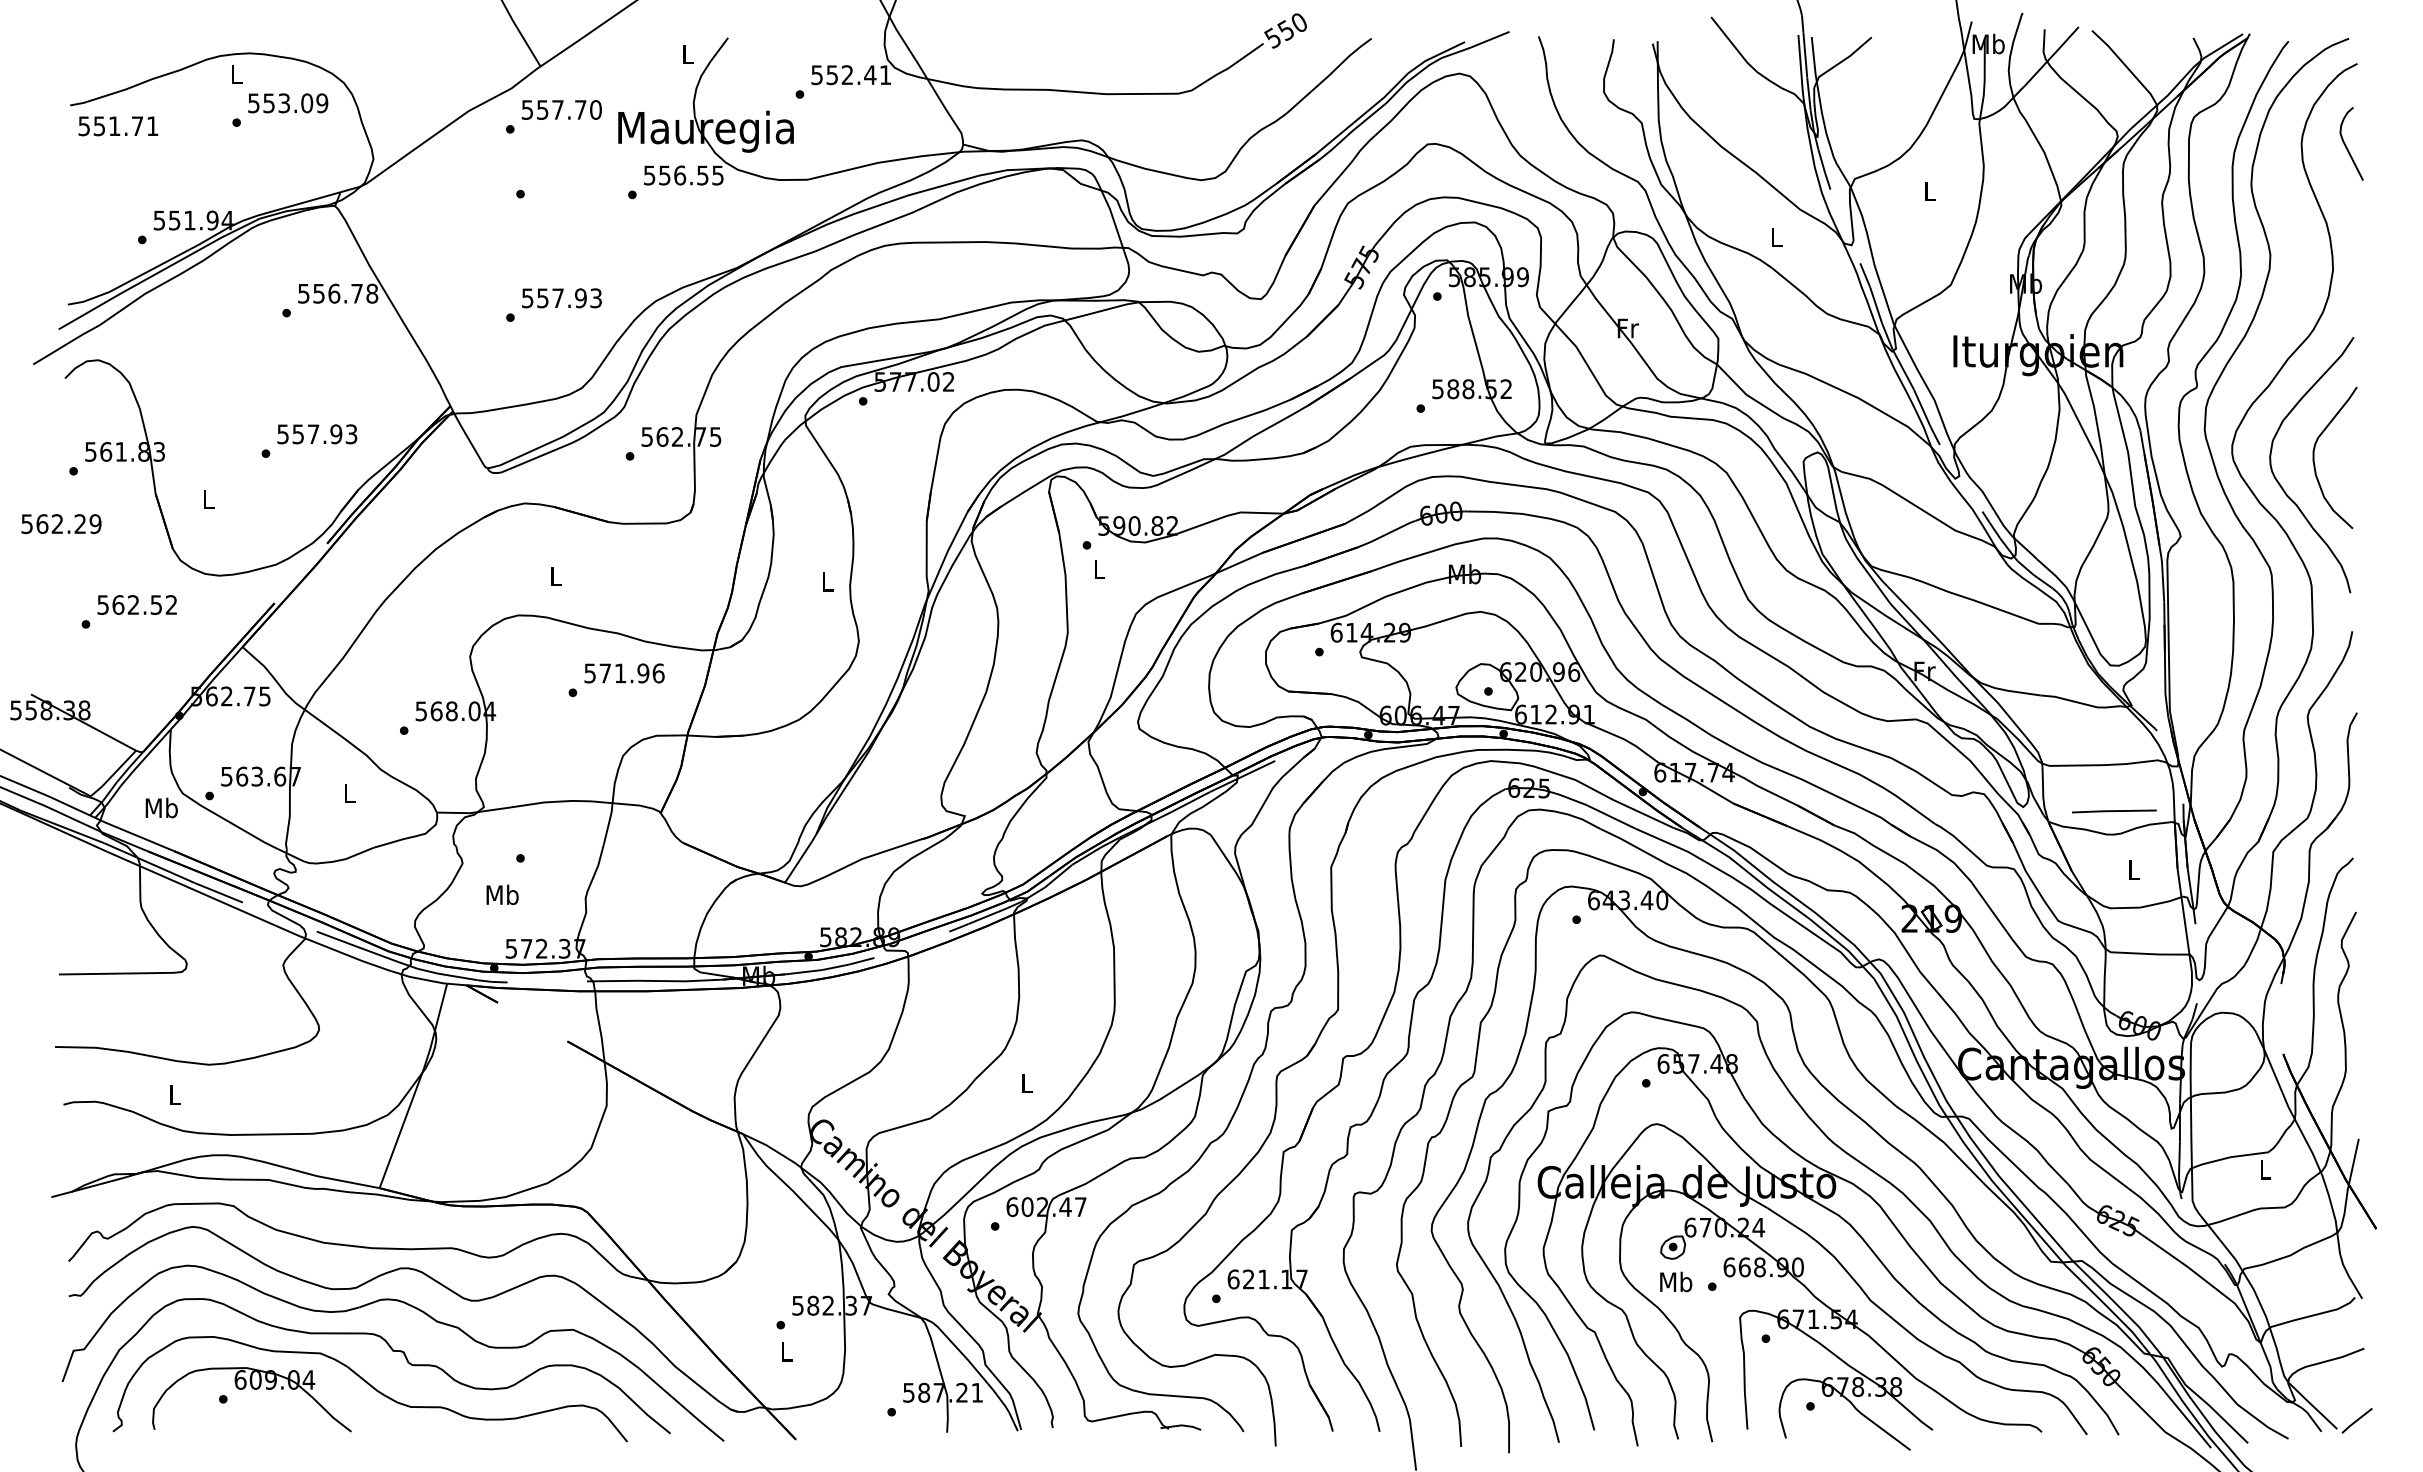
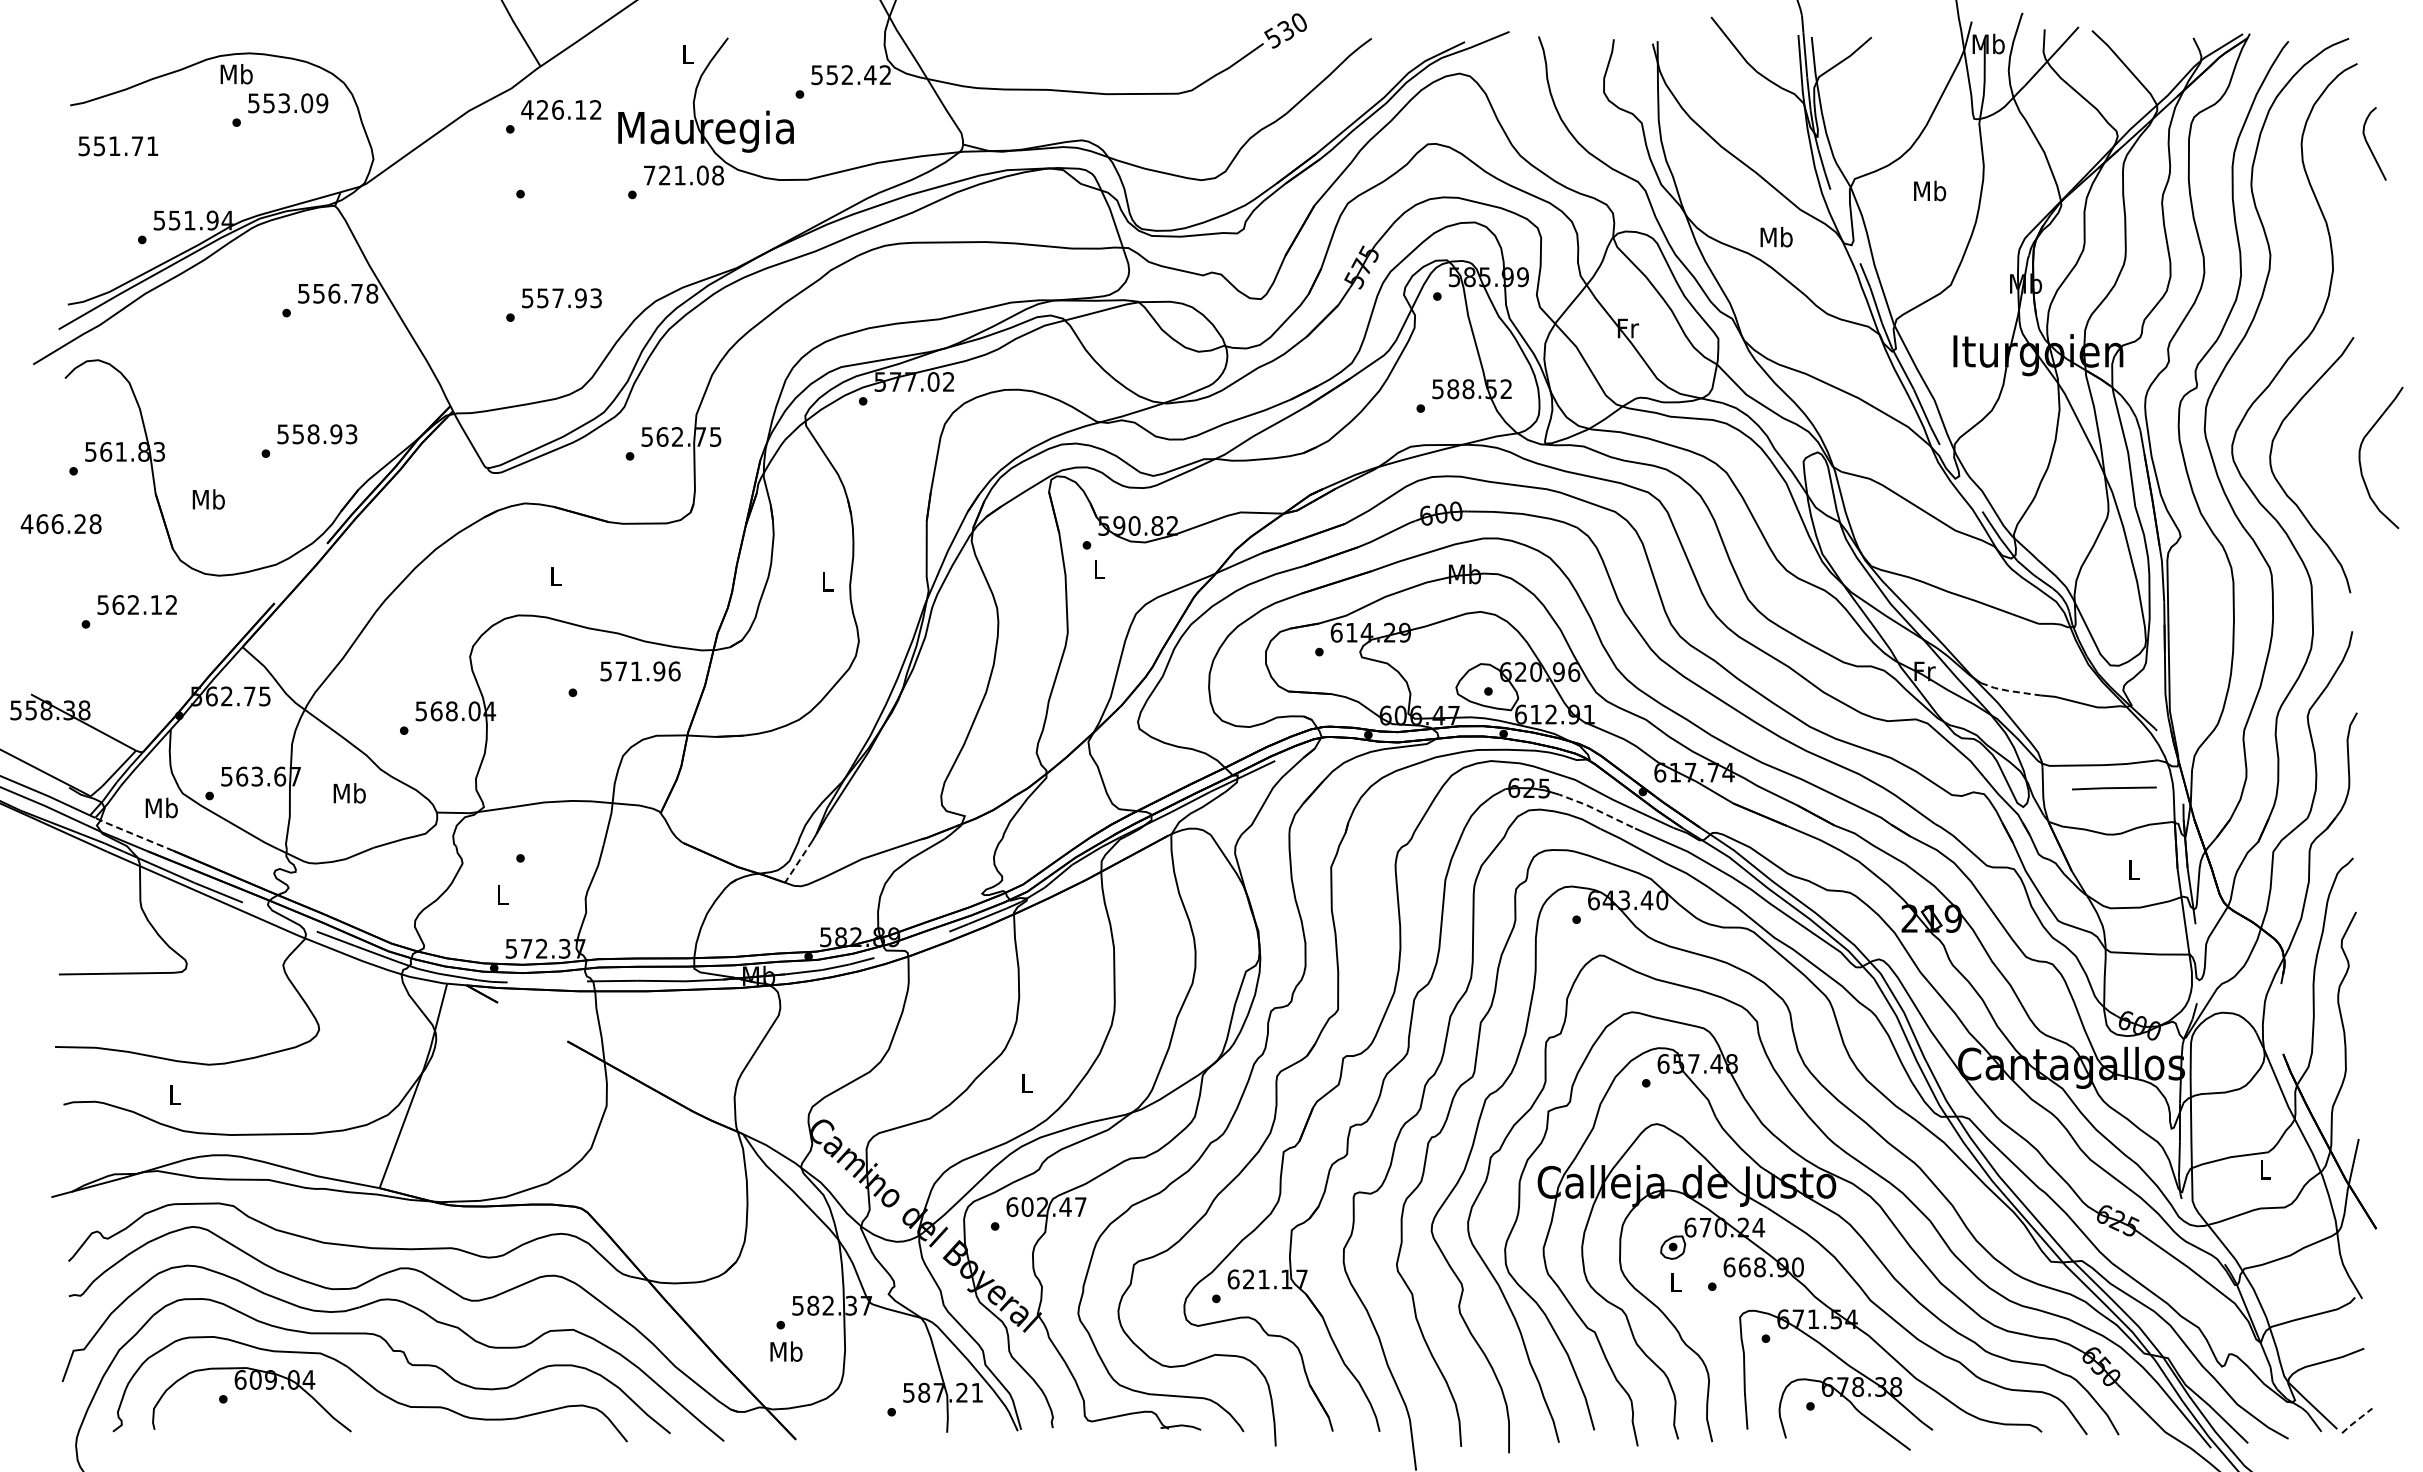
text at (1285, 28): 550 -> 530
text at (236, 74): L -> Mb
text at (884, 74): 552.41 -> 552.42
text at (561, 109): 557.70 -> 426.12
text at (118, 126) position: (118, 126) -> (118, 146)
curve at (2346, 145) position: (2346, 145) -> (2369, 145)
text at (683, 175): 556.55 -> 721.08
text at (1930, 190): L -> Mb
text at (1776, 237): L -> Mb
text at (313, 434): 557.93 -> 558.93
curve at (2314, 457) position: (2314, 457) -> (2360, 457)
text at (208, 499): L -> Mb
text at (60, 524): 562.29 -> 466.28
text at (155, 604): 562.52 -> 562.12
text at (624, 673) position: (624, 673) -> (640, 671)
line at (2009, 690): solid -> dashed
text at (349, 793): L -> Mb
line at (1595, 809): solid -> dashed
line at (2114, 811) position: (2114, 811) -> (2114, 788)
line at (133, 834): solid -> dashed
line at (798, 861): solid -> dashed
text at (502, 894): Mb -> L
text at (1676, 1281): Mb -> L
text at (786, 1351): L -> Mb
line at (2357, 1420): solid -> dashed
